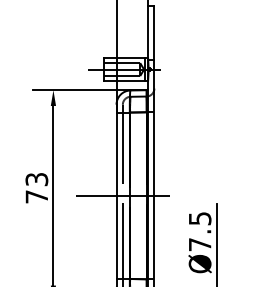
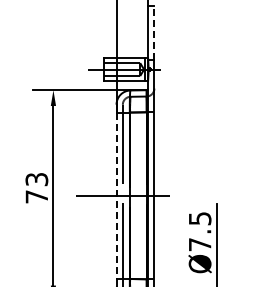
line at (154, 33): solid -> dashed
line at (116, 196): solid -> dashed
